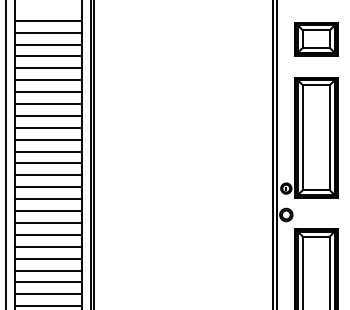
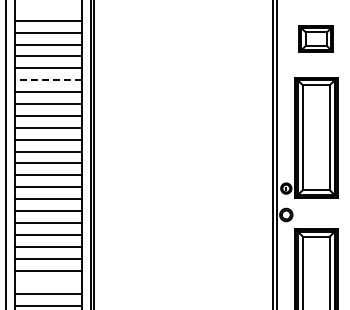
part at (316, 39) size: 45x35 px -> 36x28 px
line at (48, 80): solid -> dashed
line at (48, 282): present -> none
